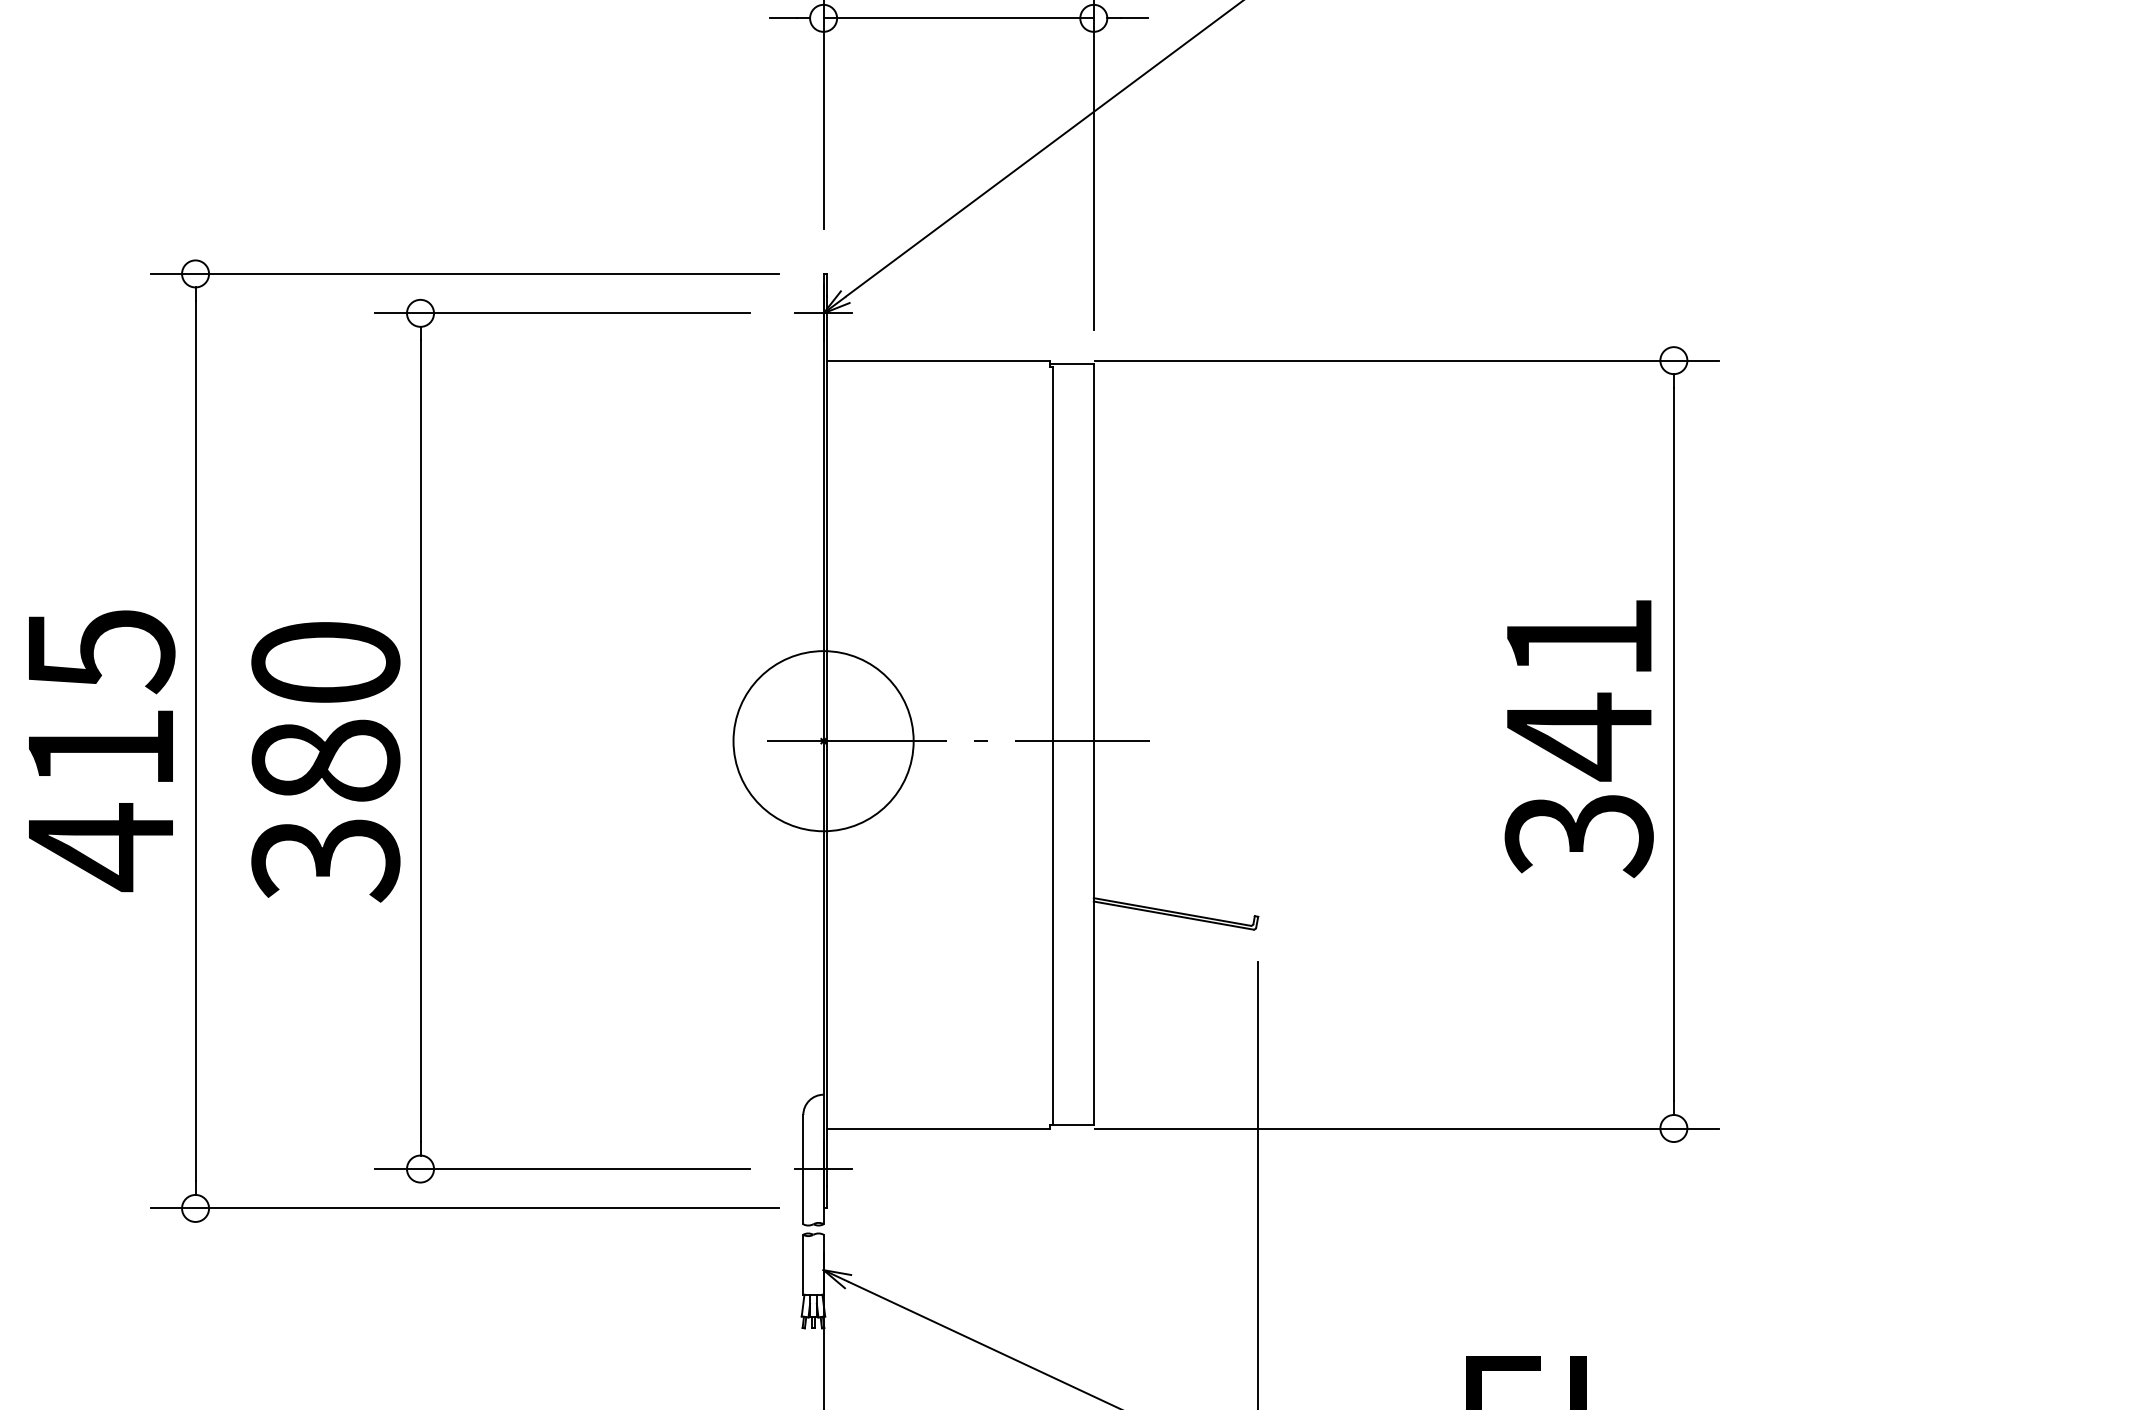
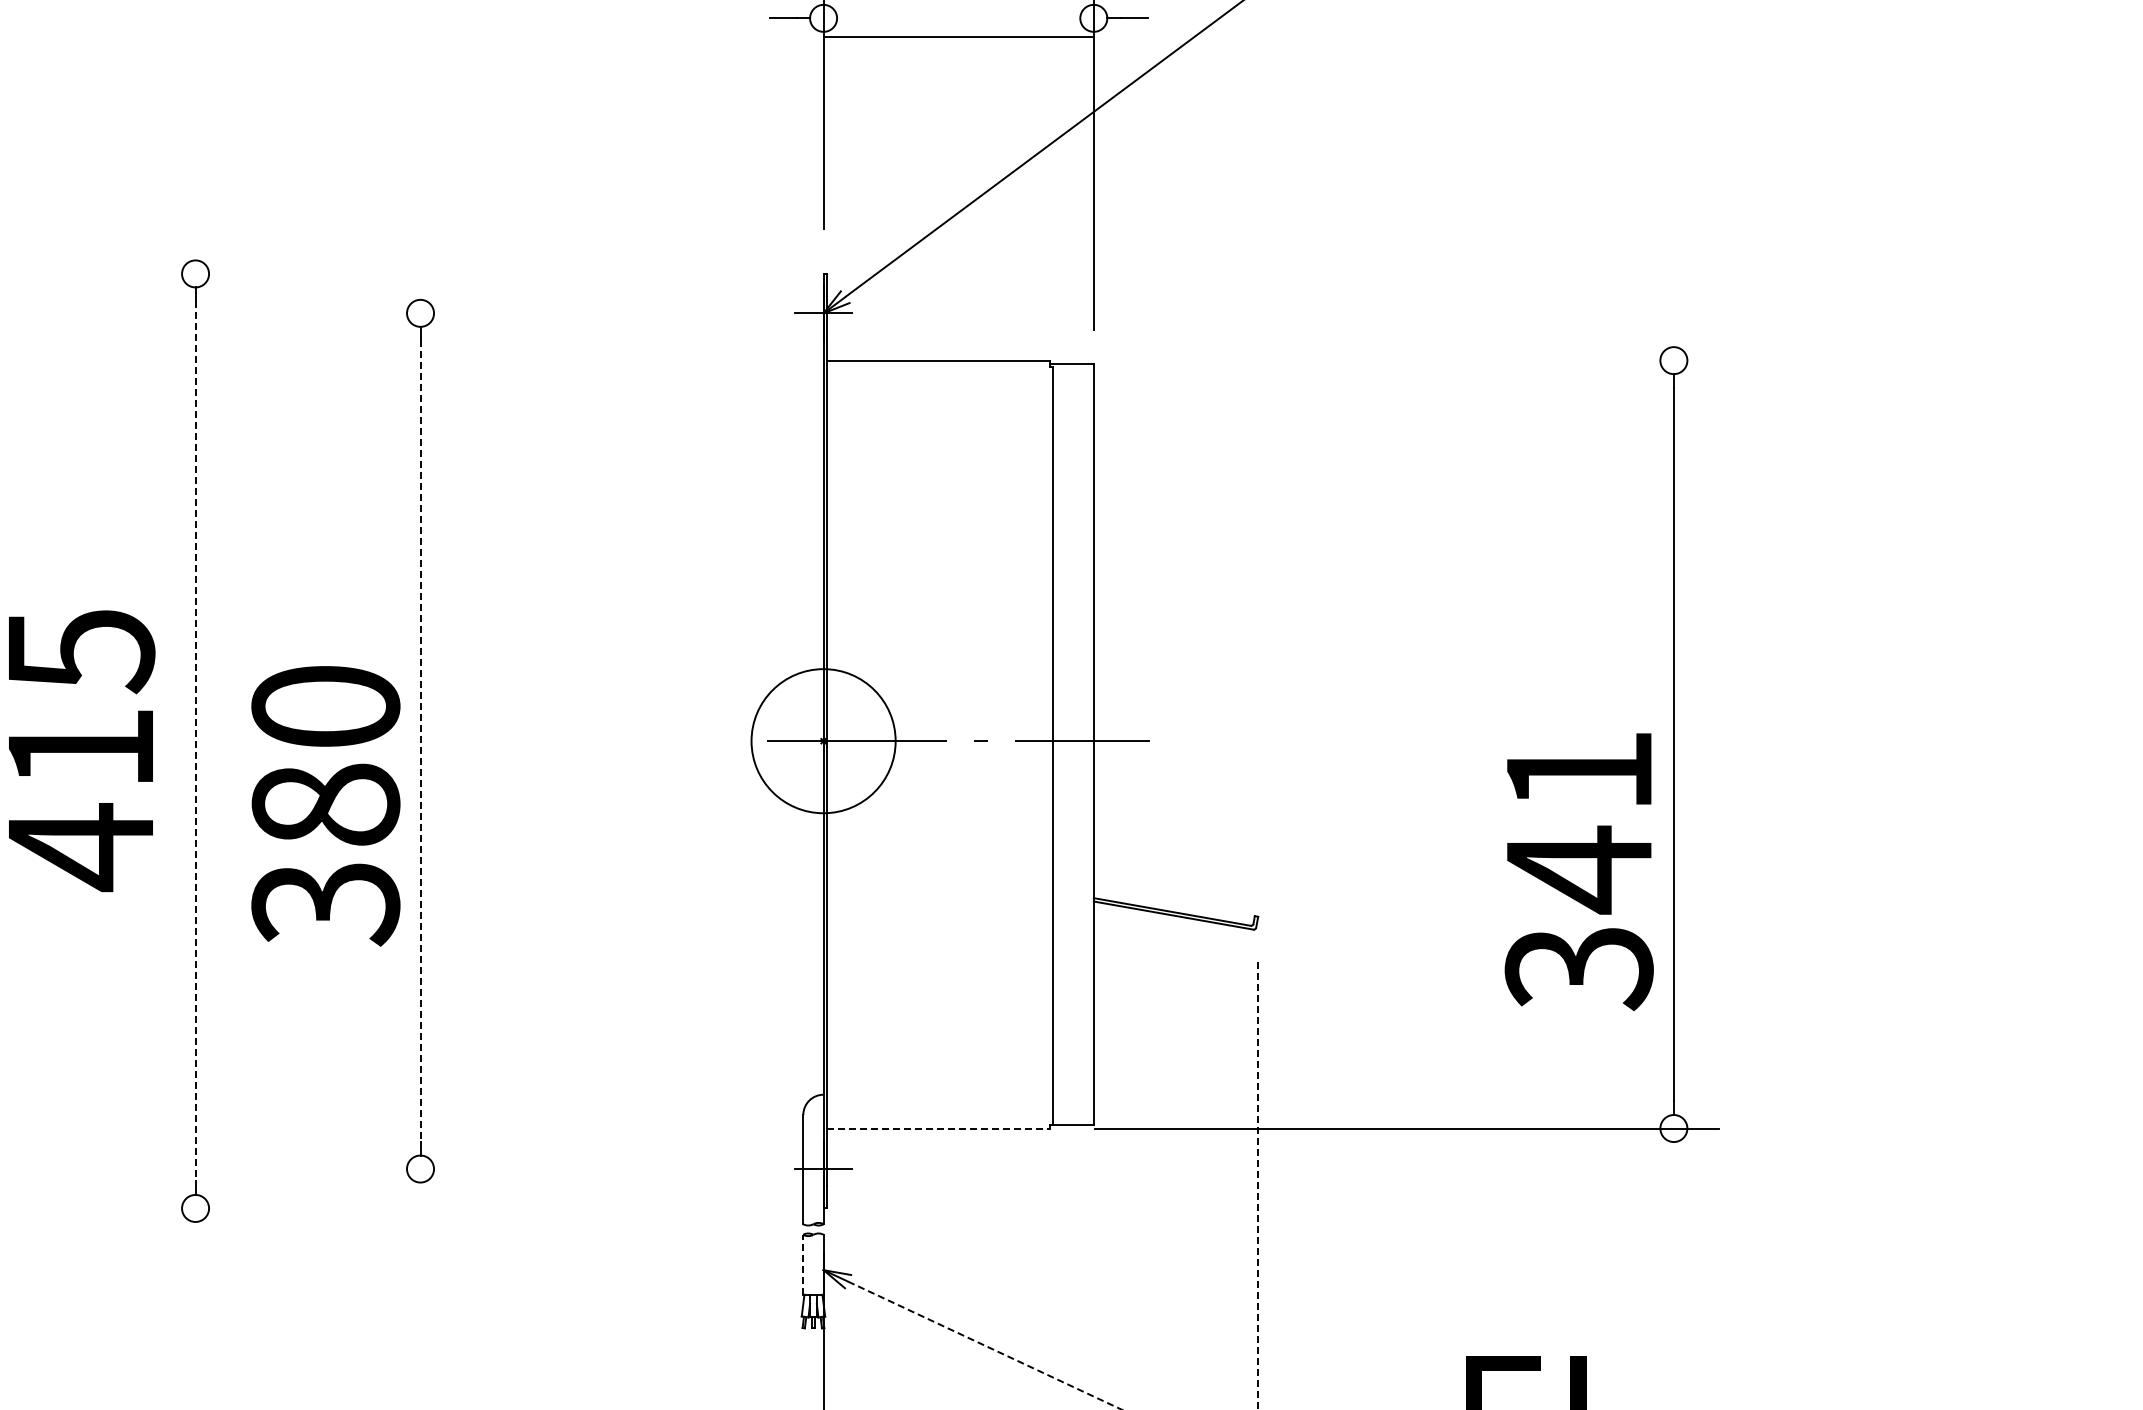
line at (958, 18) position: (958, 18) -> (958, 37)
line at (464, 273): present -> none
line at (562, 313): present -> none
line at (1406, 360): present -> none
text at (1578, 738) position: (1578, 738) -> (1578, 871)
line at (195, 741): solid -> dashed
line at (420, 741): solid -> dashed
circle at (823, 741) diameter: 180 px -> 144 px
text at (102, 751) position: (102, 751) -> (82, 751)
text at (325, 762) position: (325, 762) -> (325, 806)
line at (938, 1128): solid -> dashed
line at (562, 1169): present -> none
line at (1258, 1185): solid -> dashed
line at (464, 1208): present -> none
line at (803, 1264): solid -> dashed
line at (984, 1345): solid -> dashed
